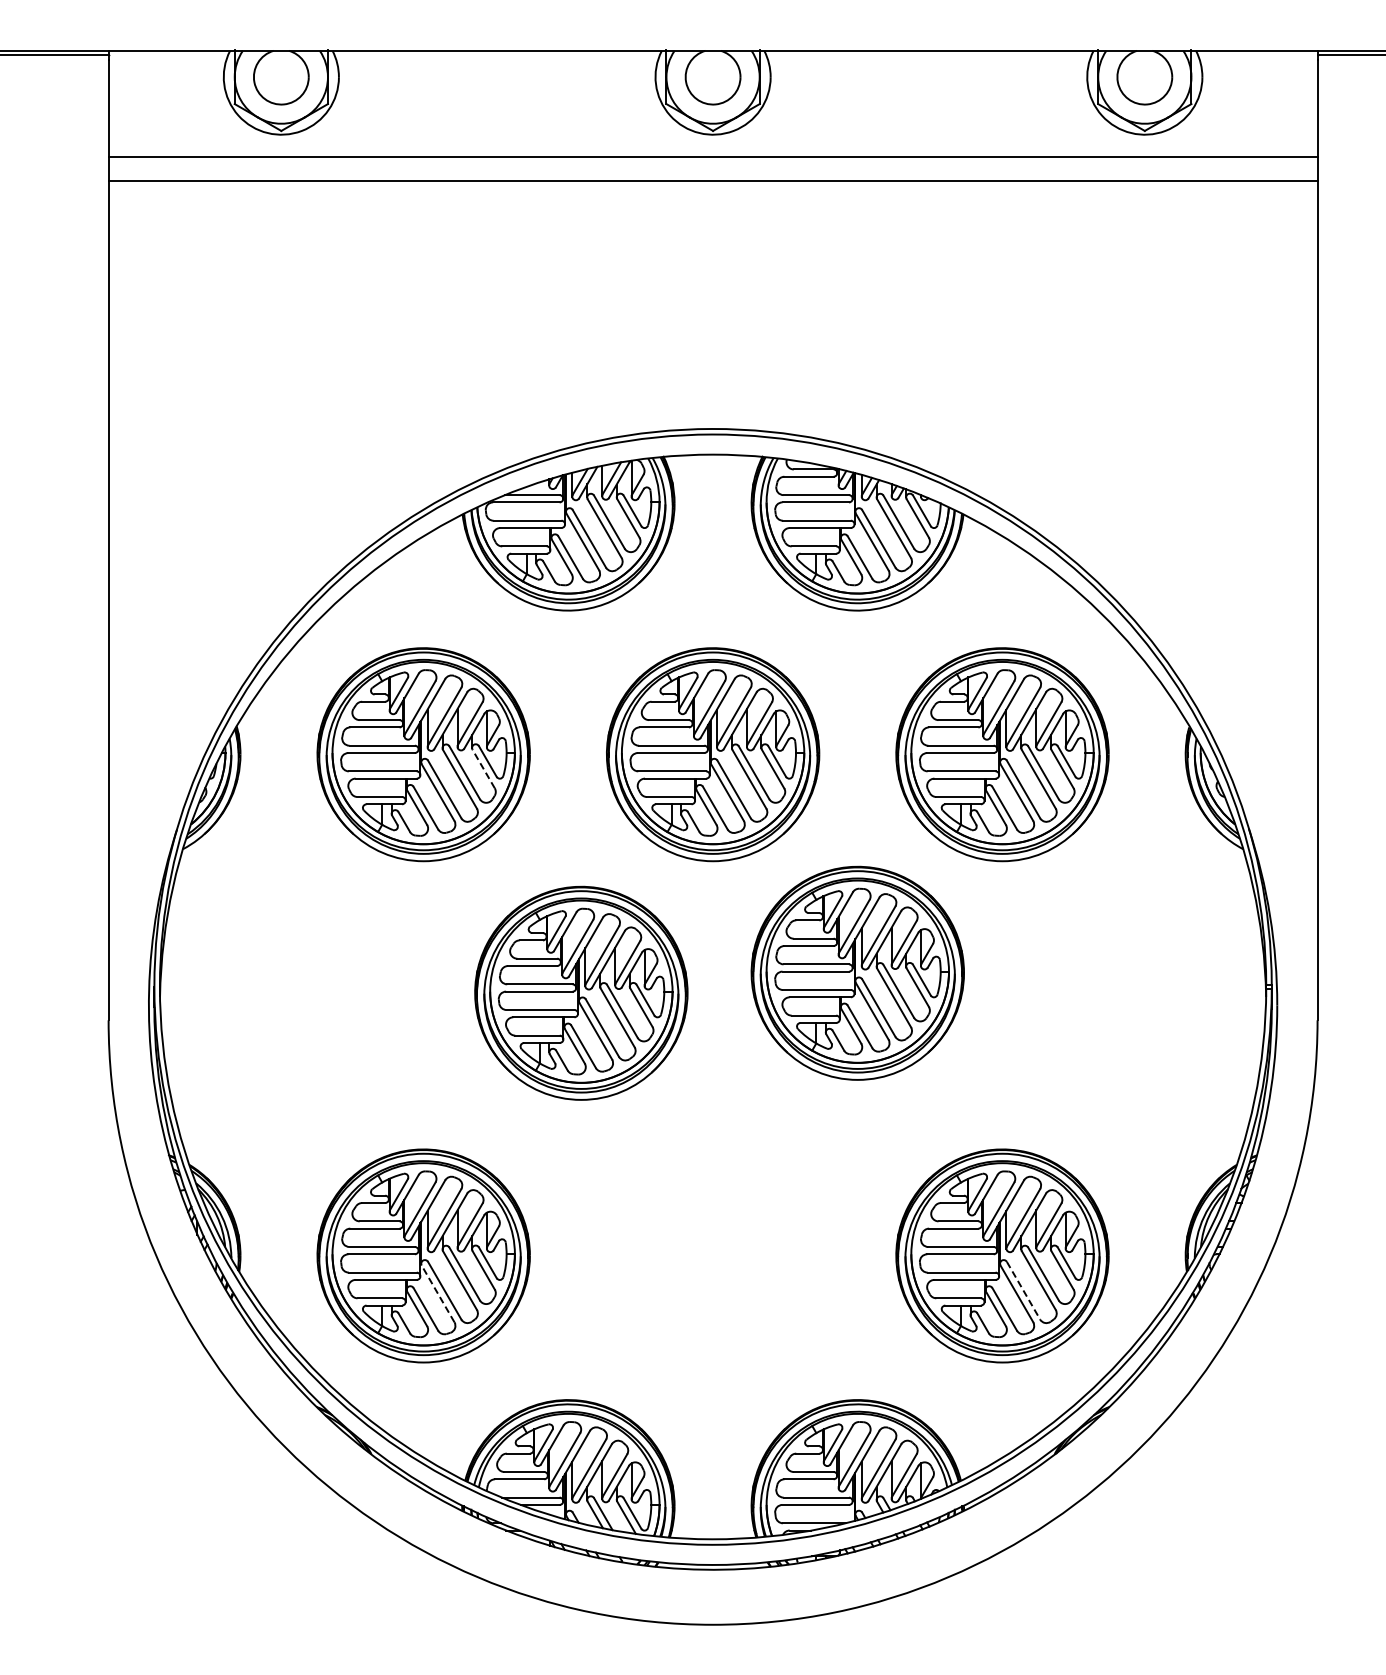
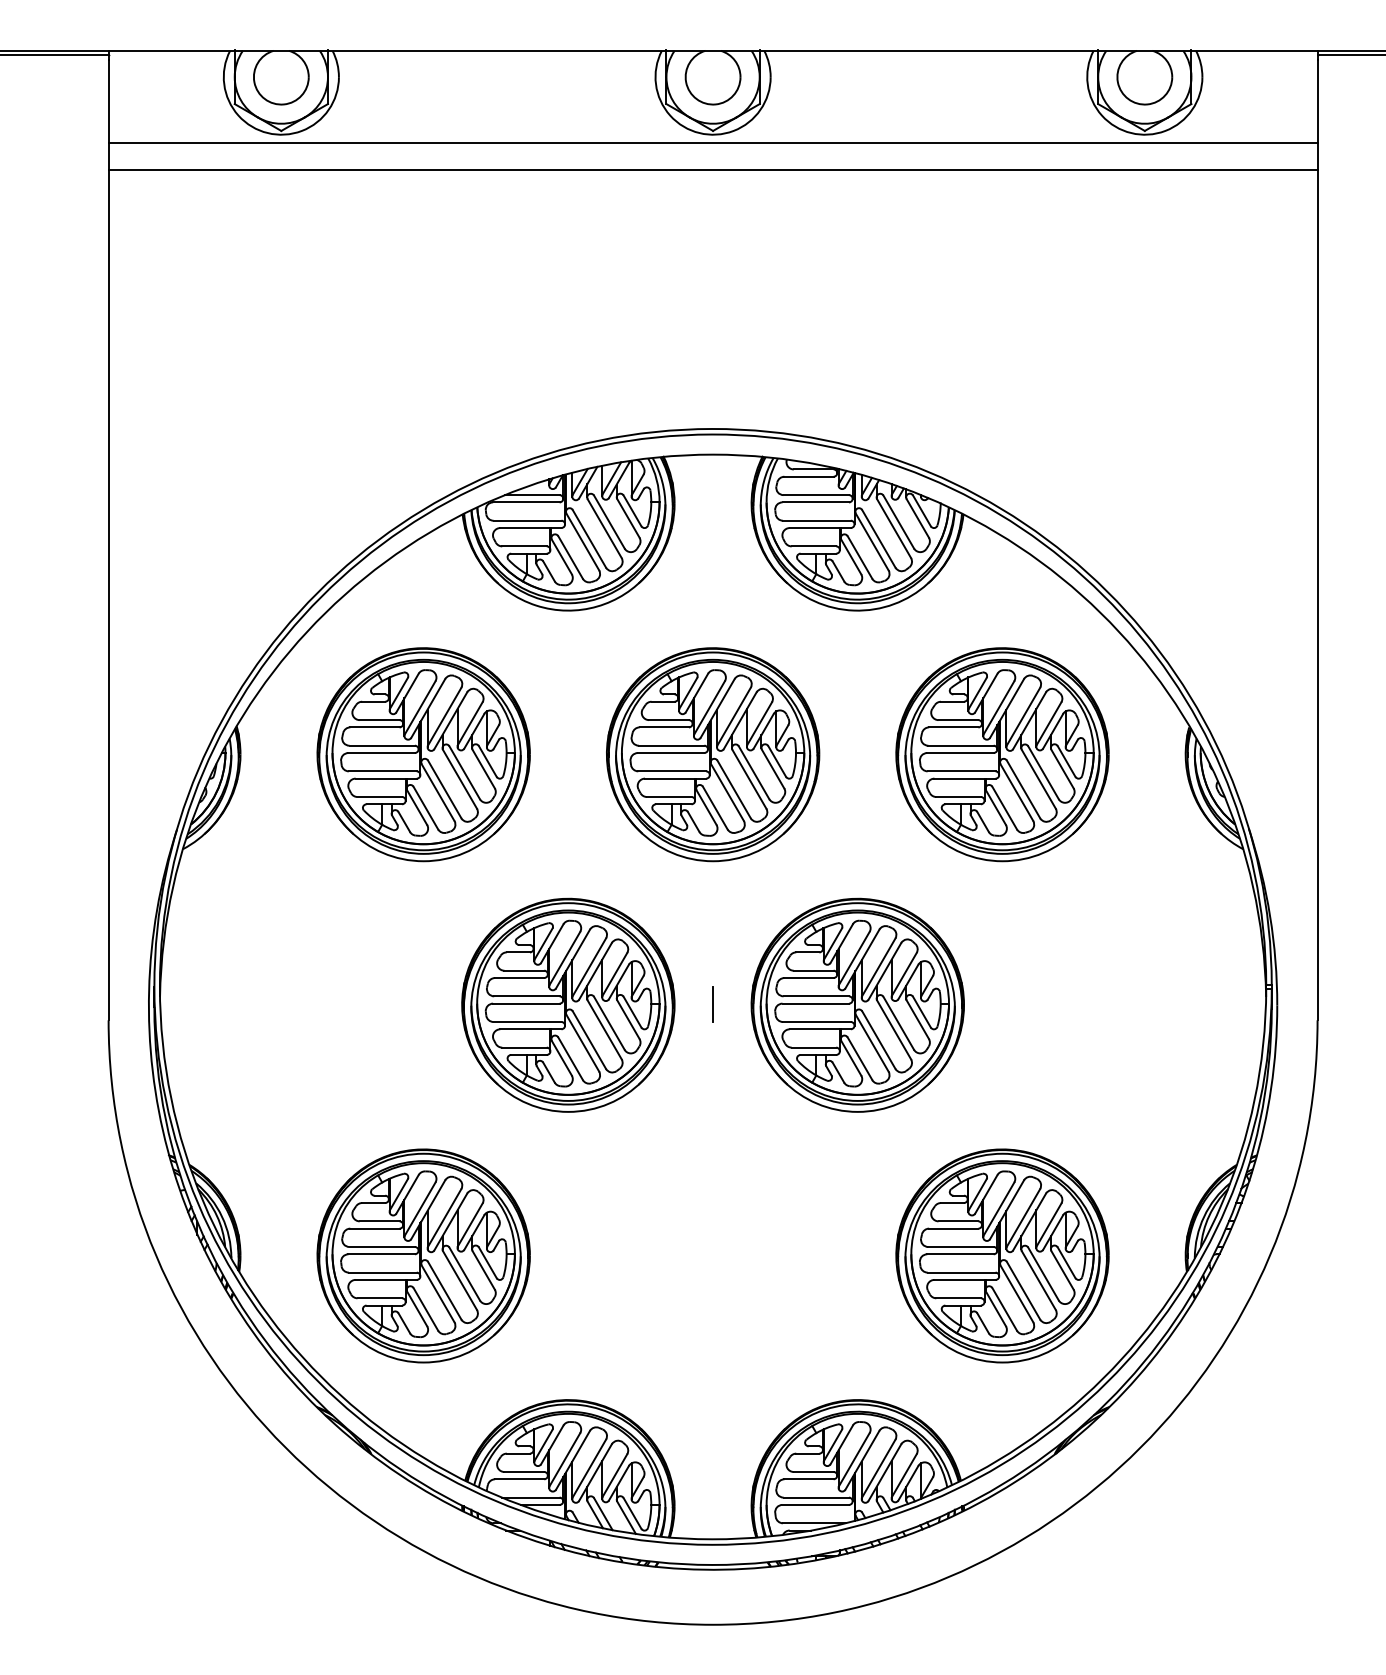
line at (712, 156) position: (712, 156) -> (712, 142)
line at (712, 181) position: (712, 181) -> (712, 170)
line at (483, 768): dashed -> solid
part at (857, 972) position: (857, 972) -> (857, 1004)
part at (581, 992) position: (581, 992) -> (568, 1004)
line at (713, 1004): none -> present
line at (1023, 1291): dashed -> solid
line at (438, 1293): dashed -> solid
